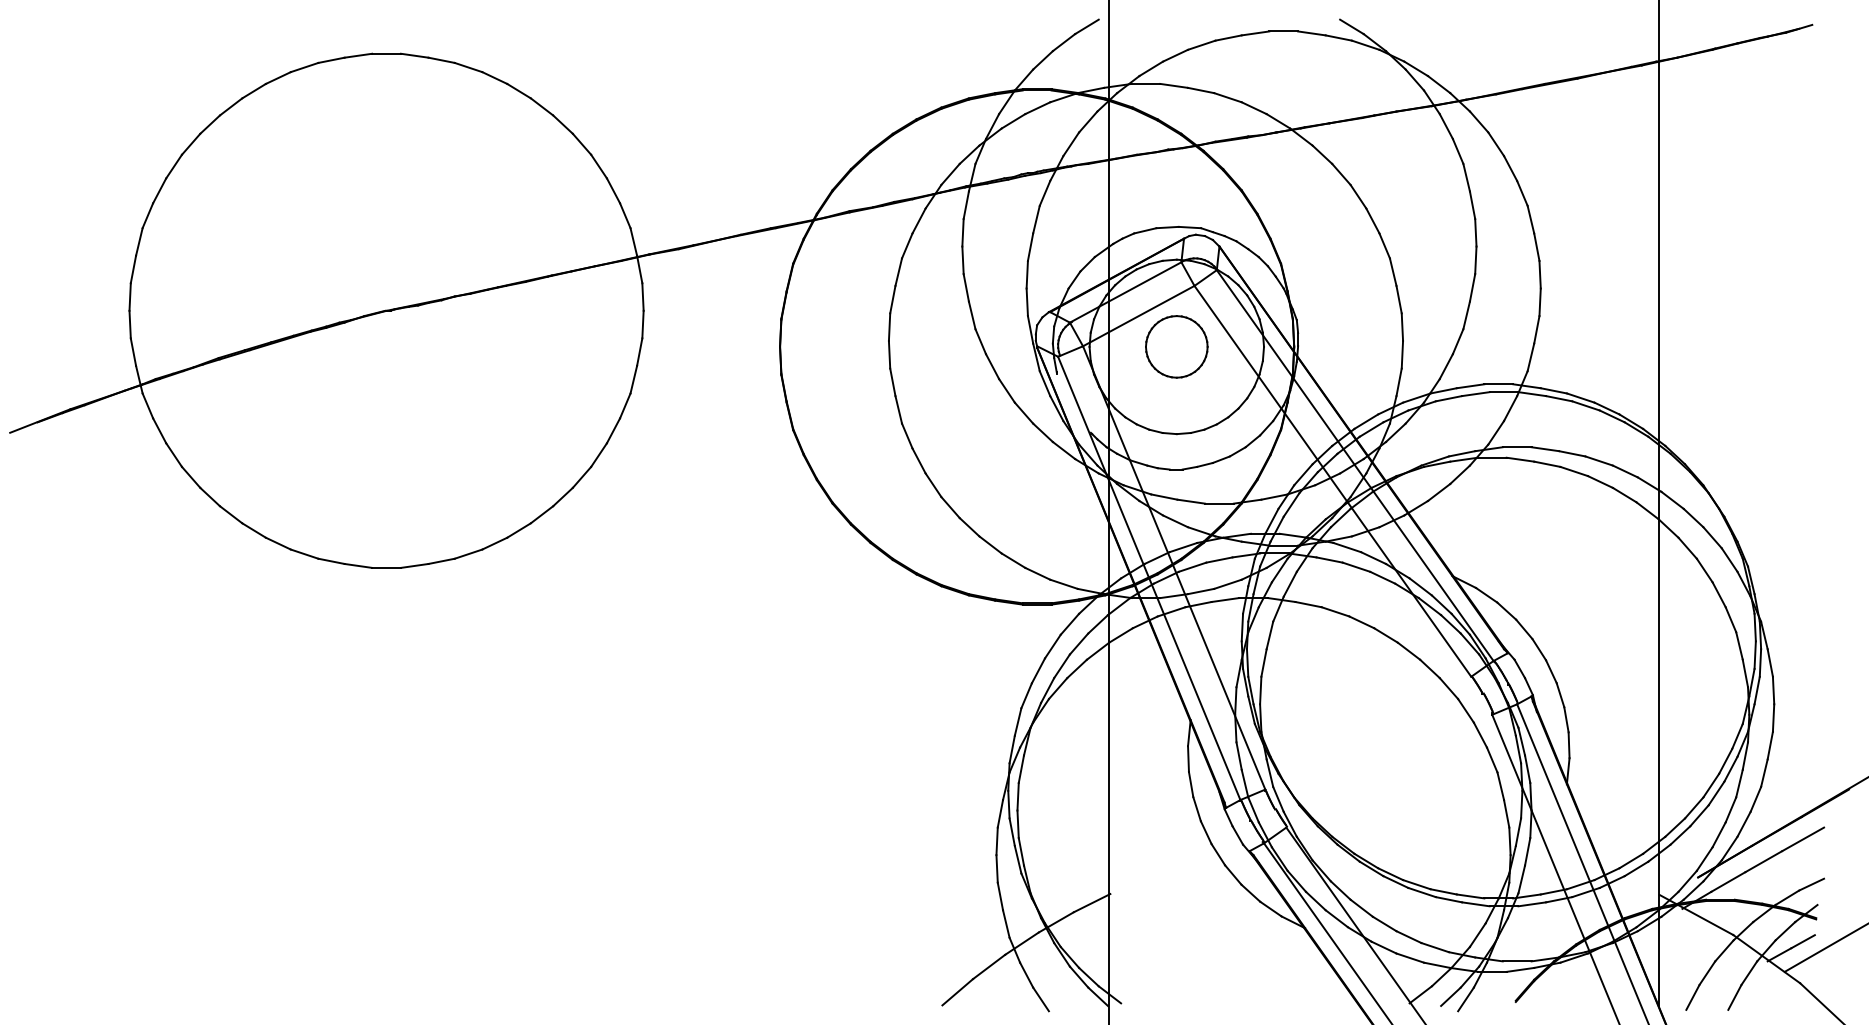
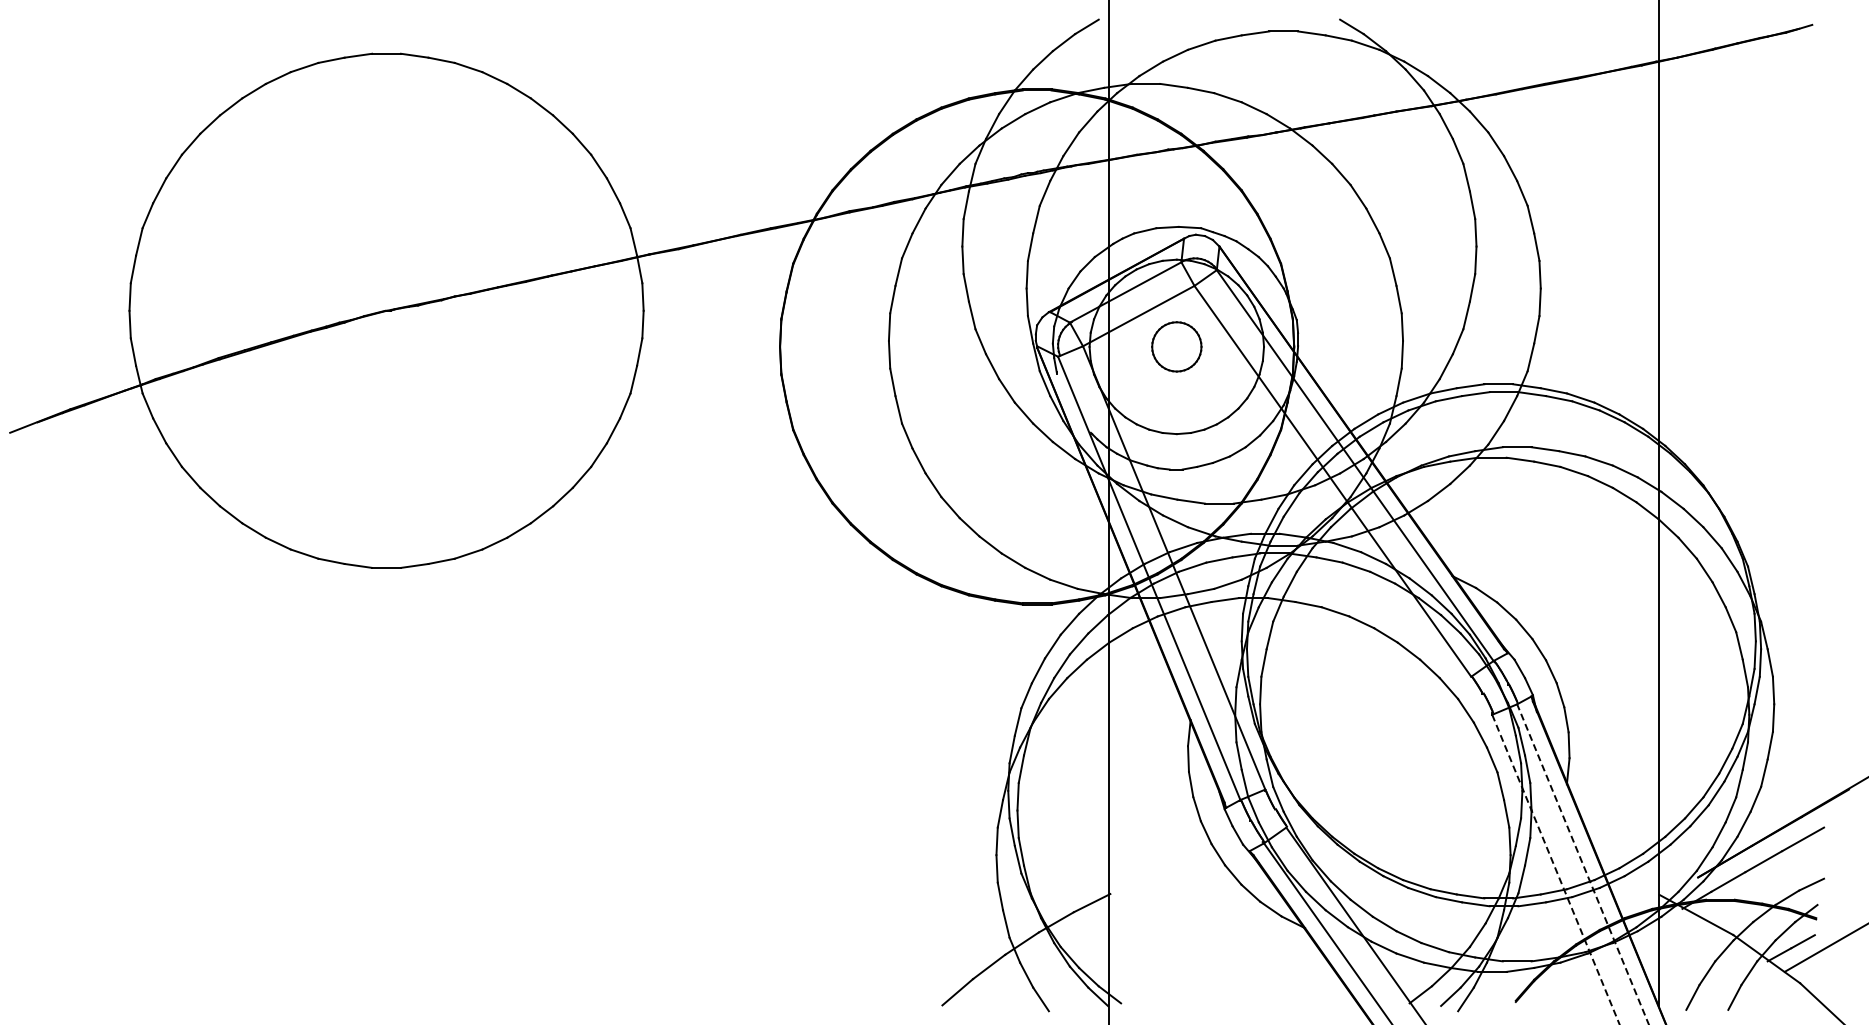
part at (1176, 346) size: 64x64 px -> 52x52 px
line at (1582, 864): solid -> dashed
line at (1556, 869): solid -> dashed
